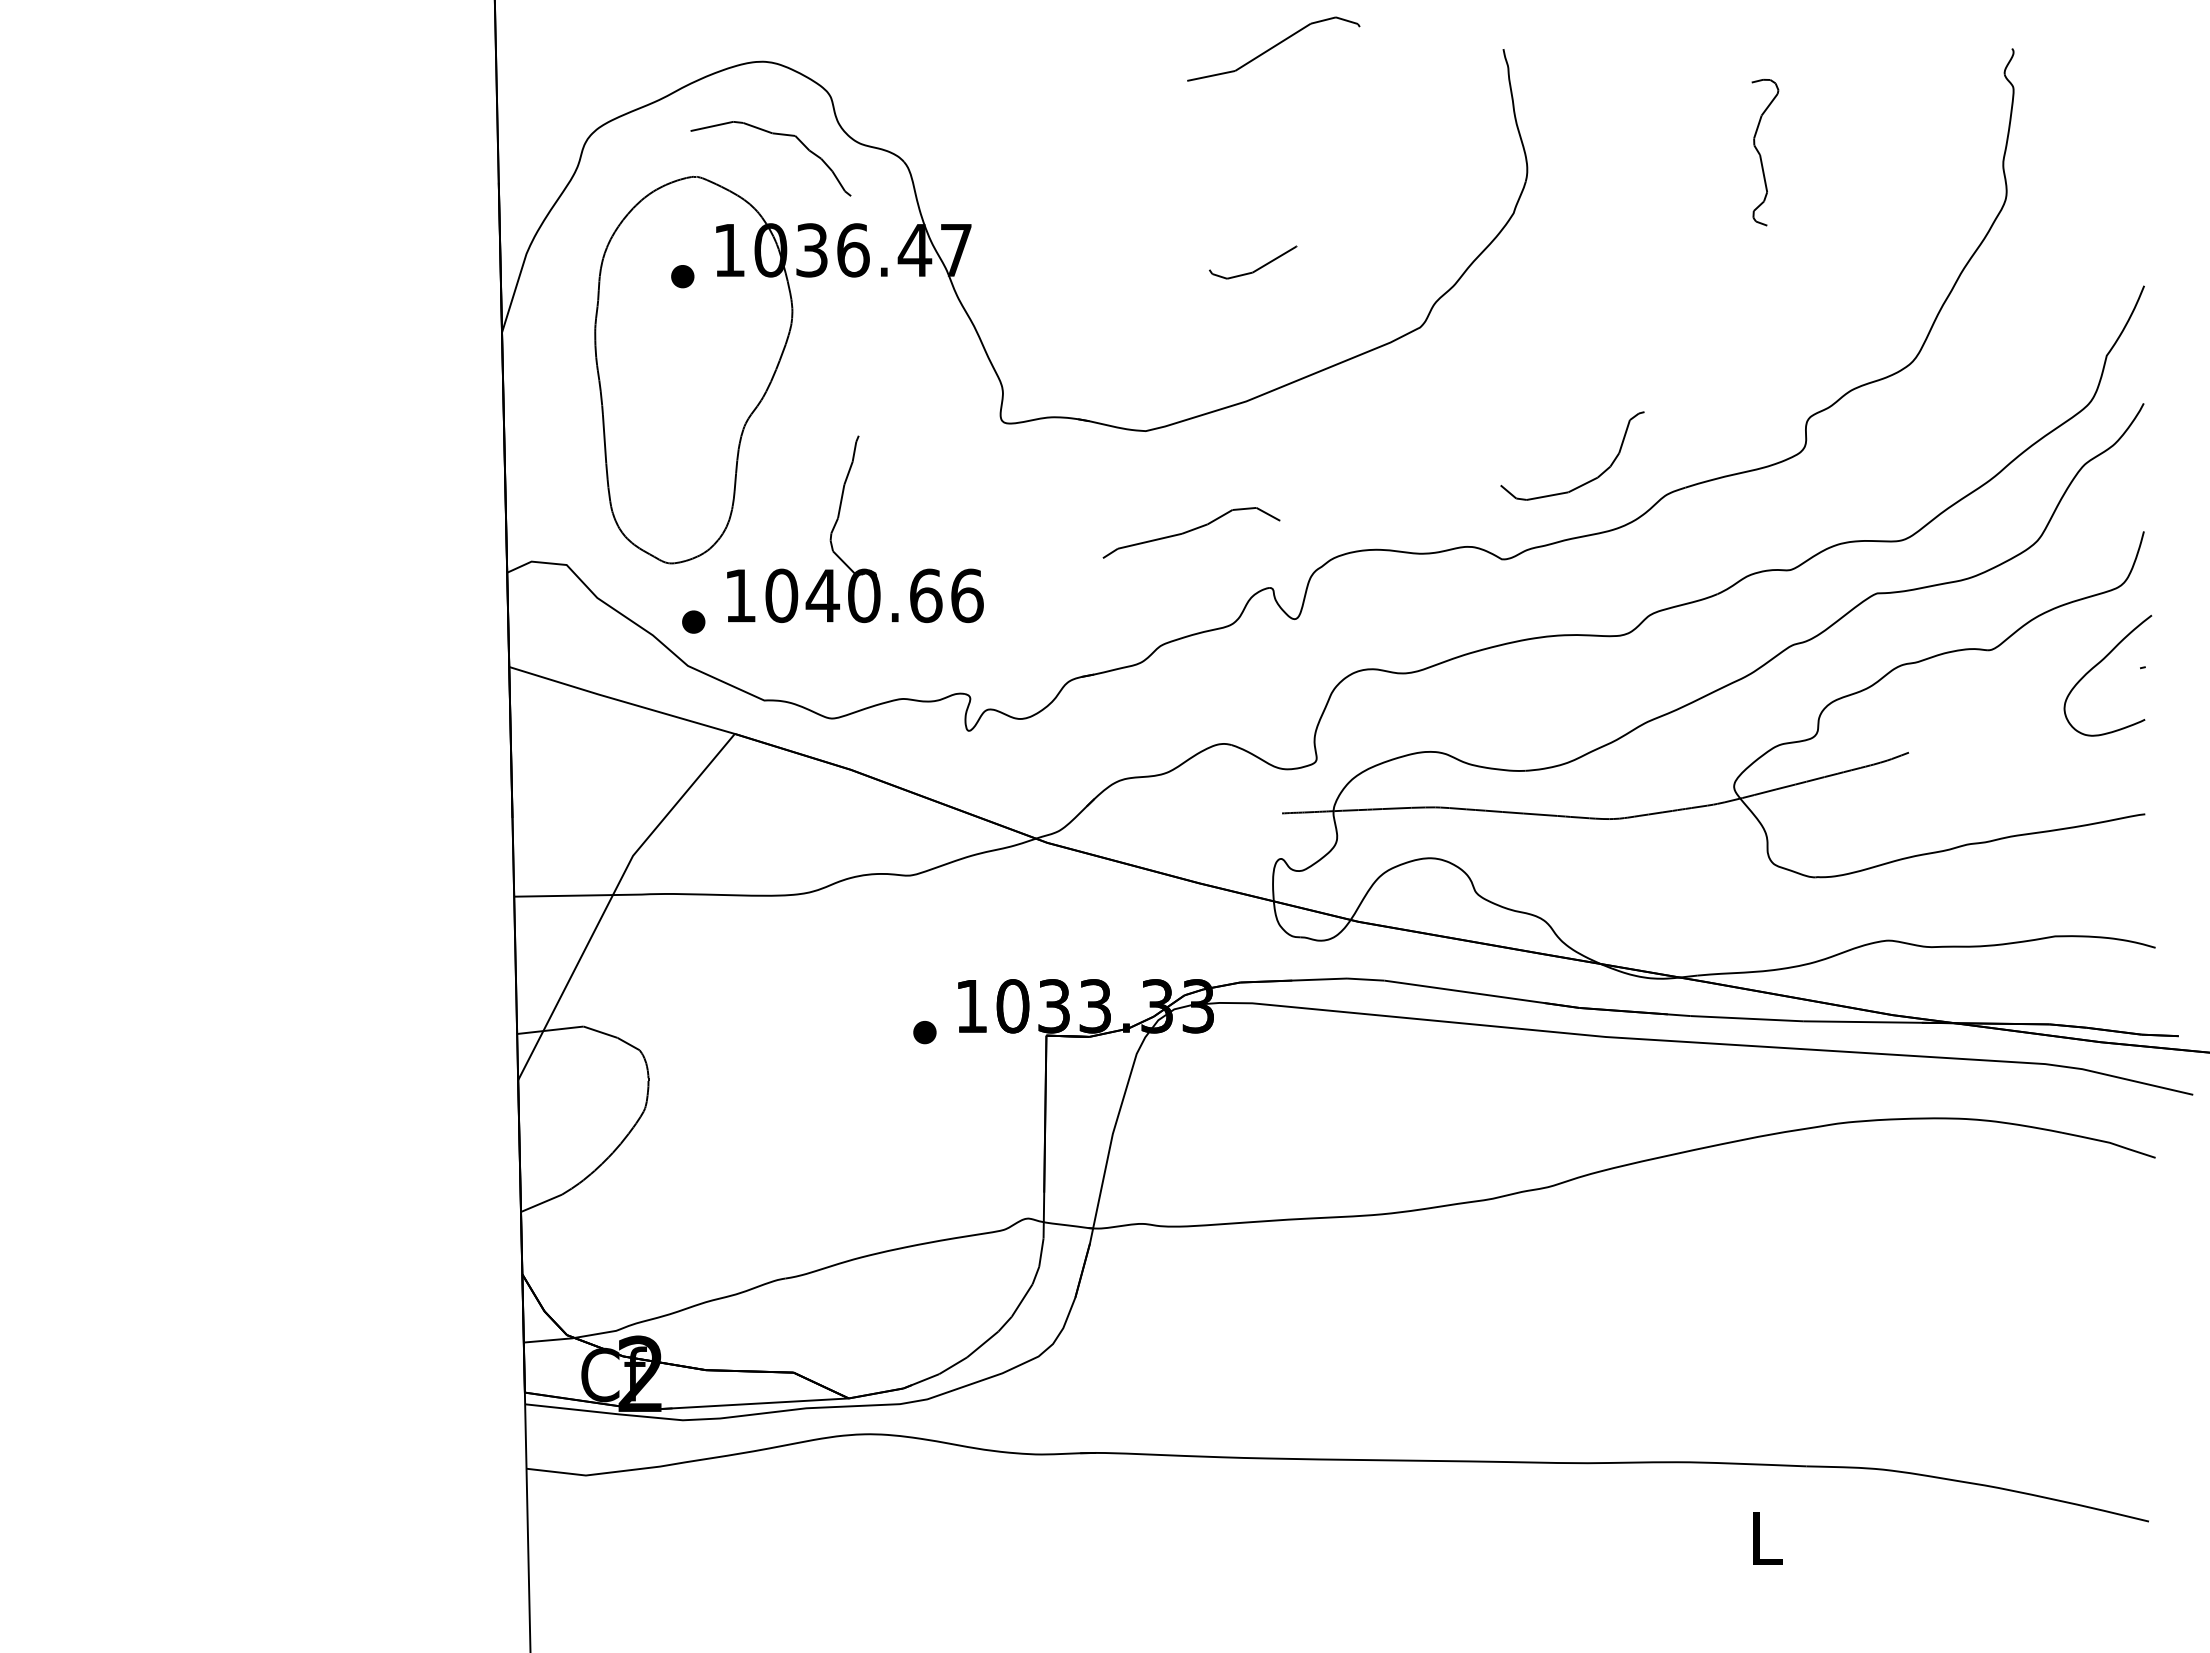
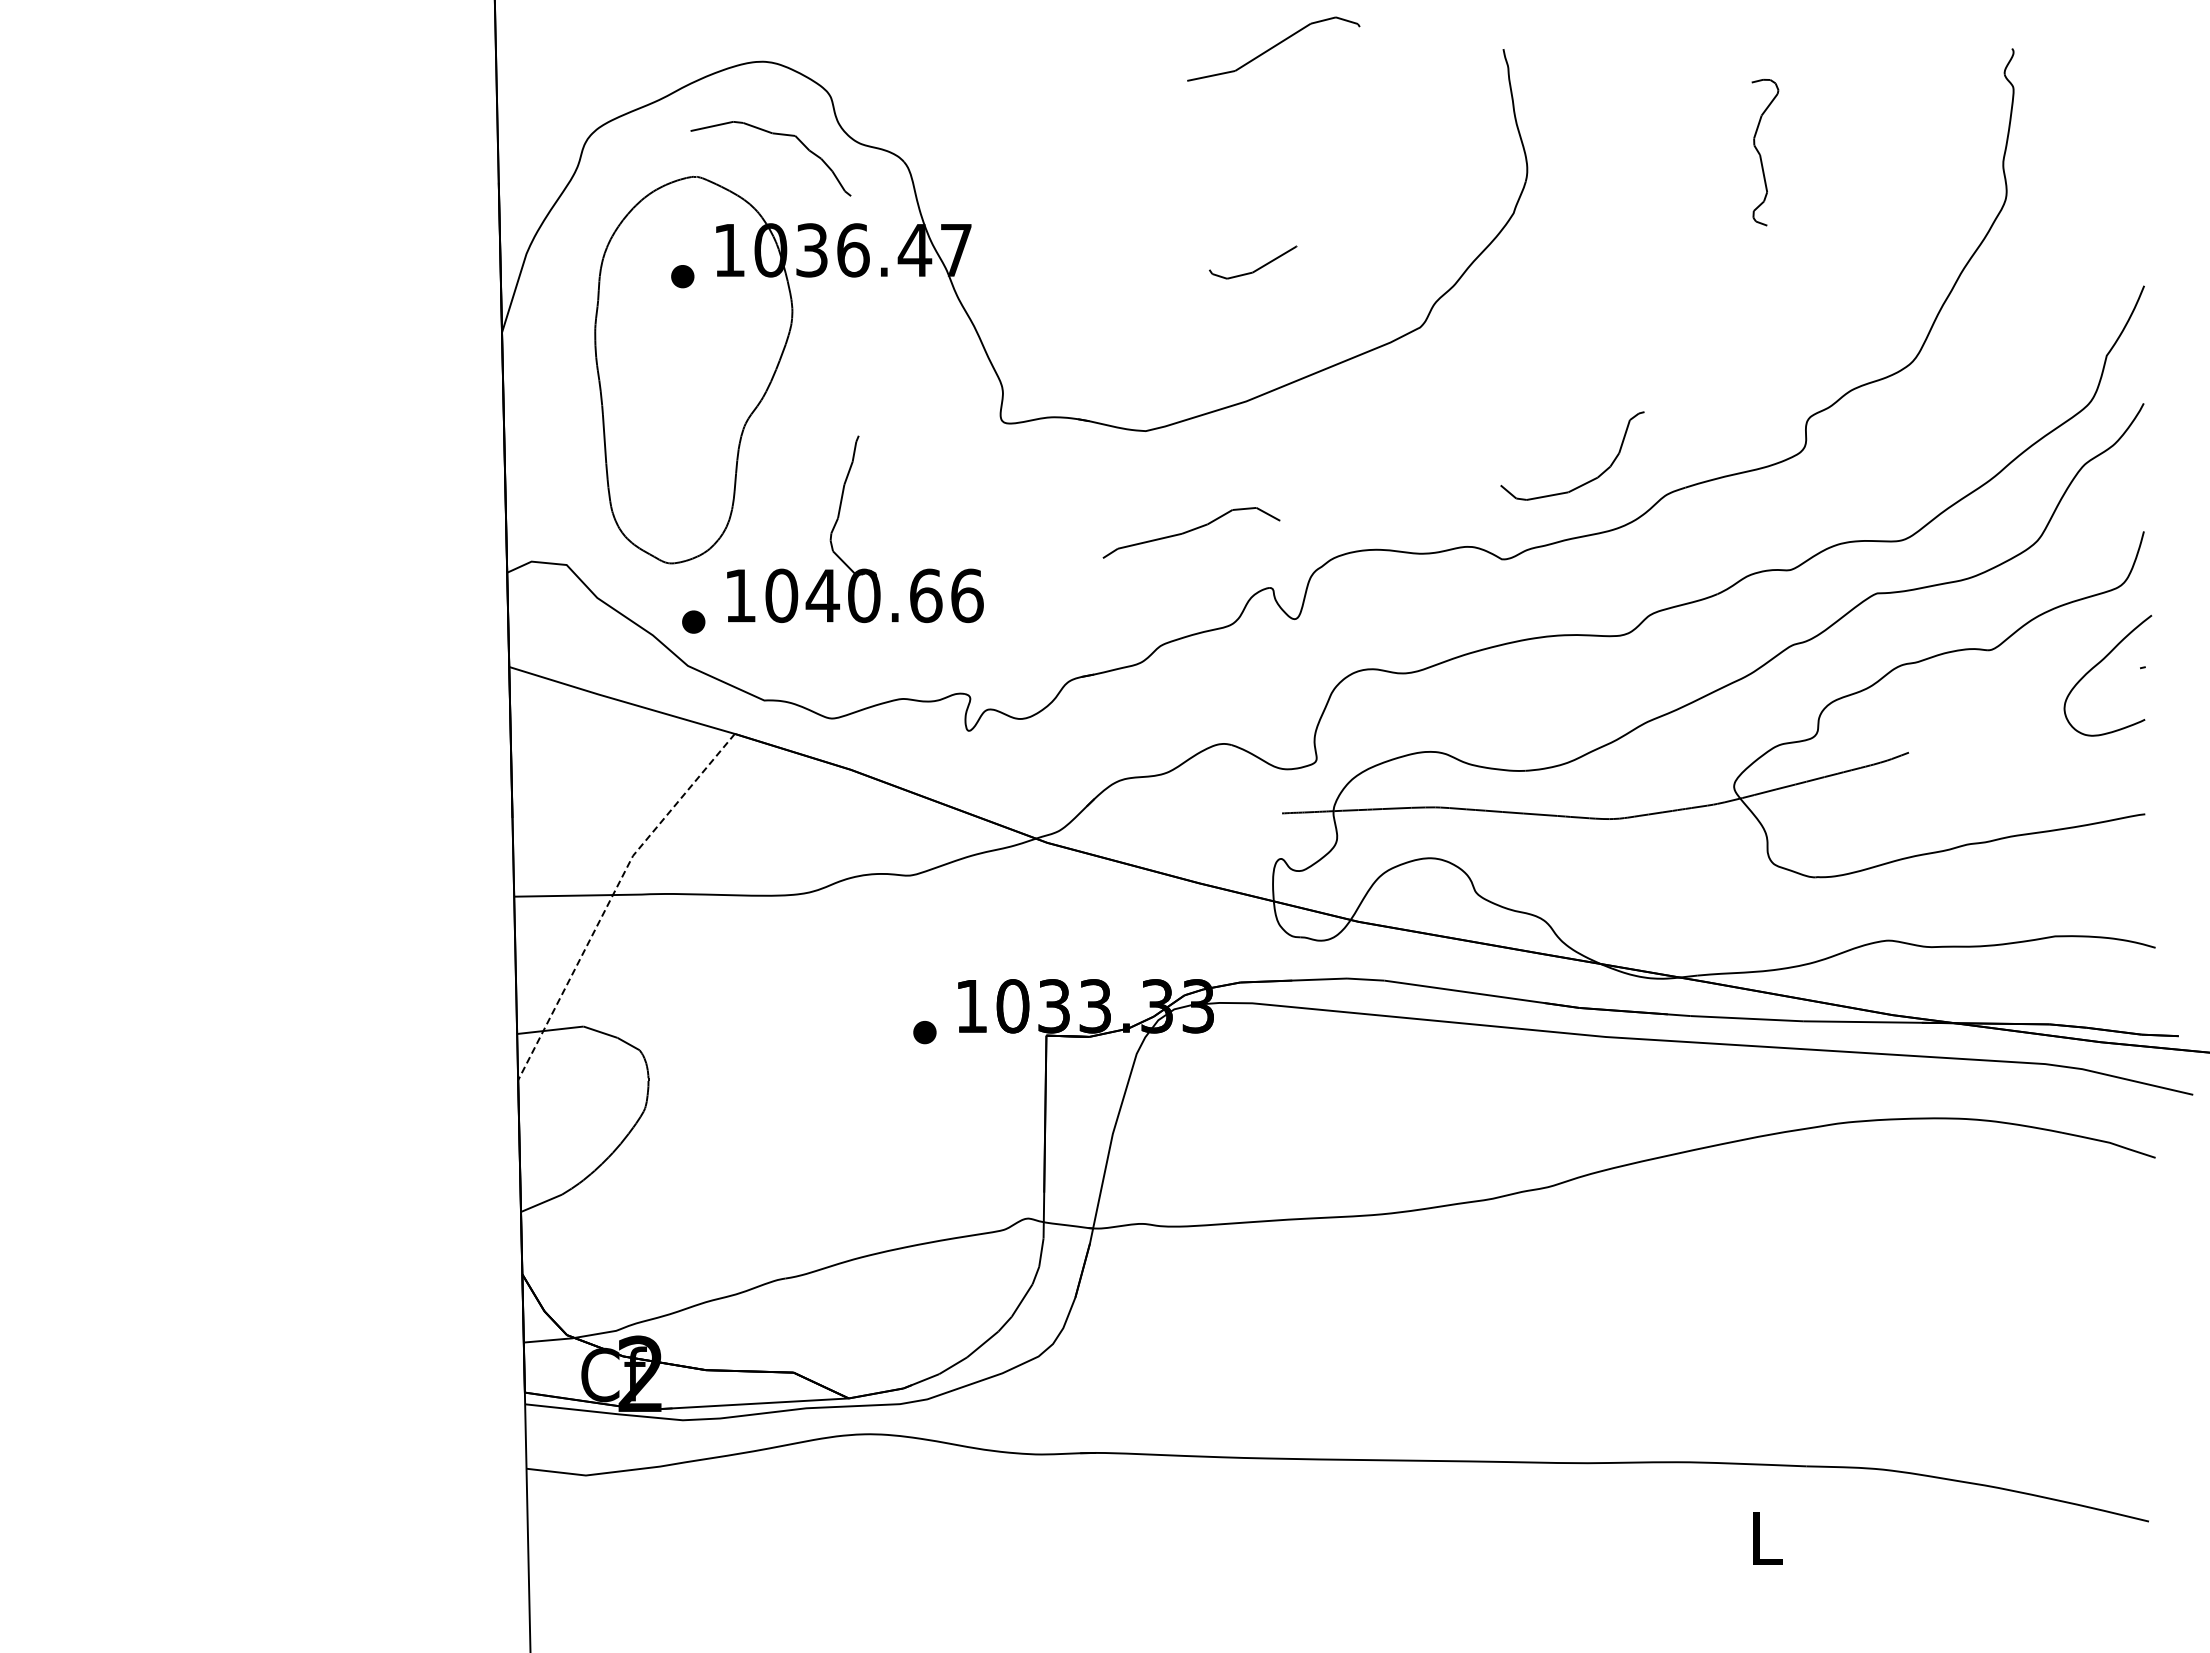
line at (611, 897): solid -> dashed
